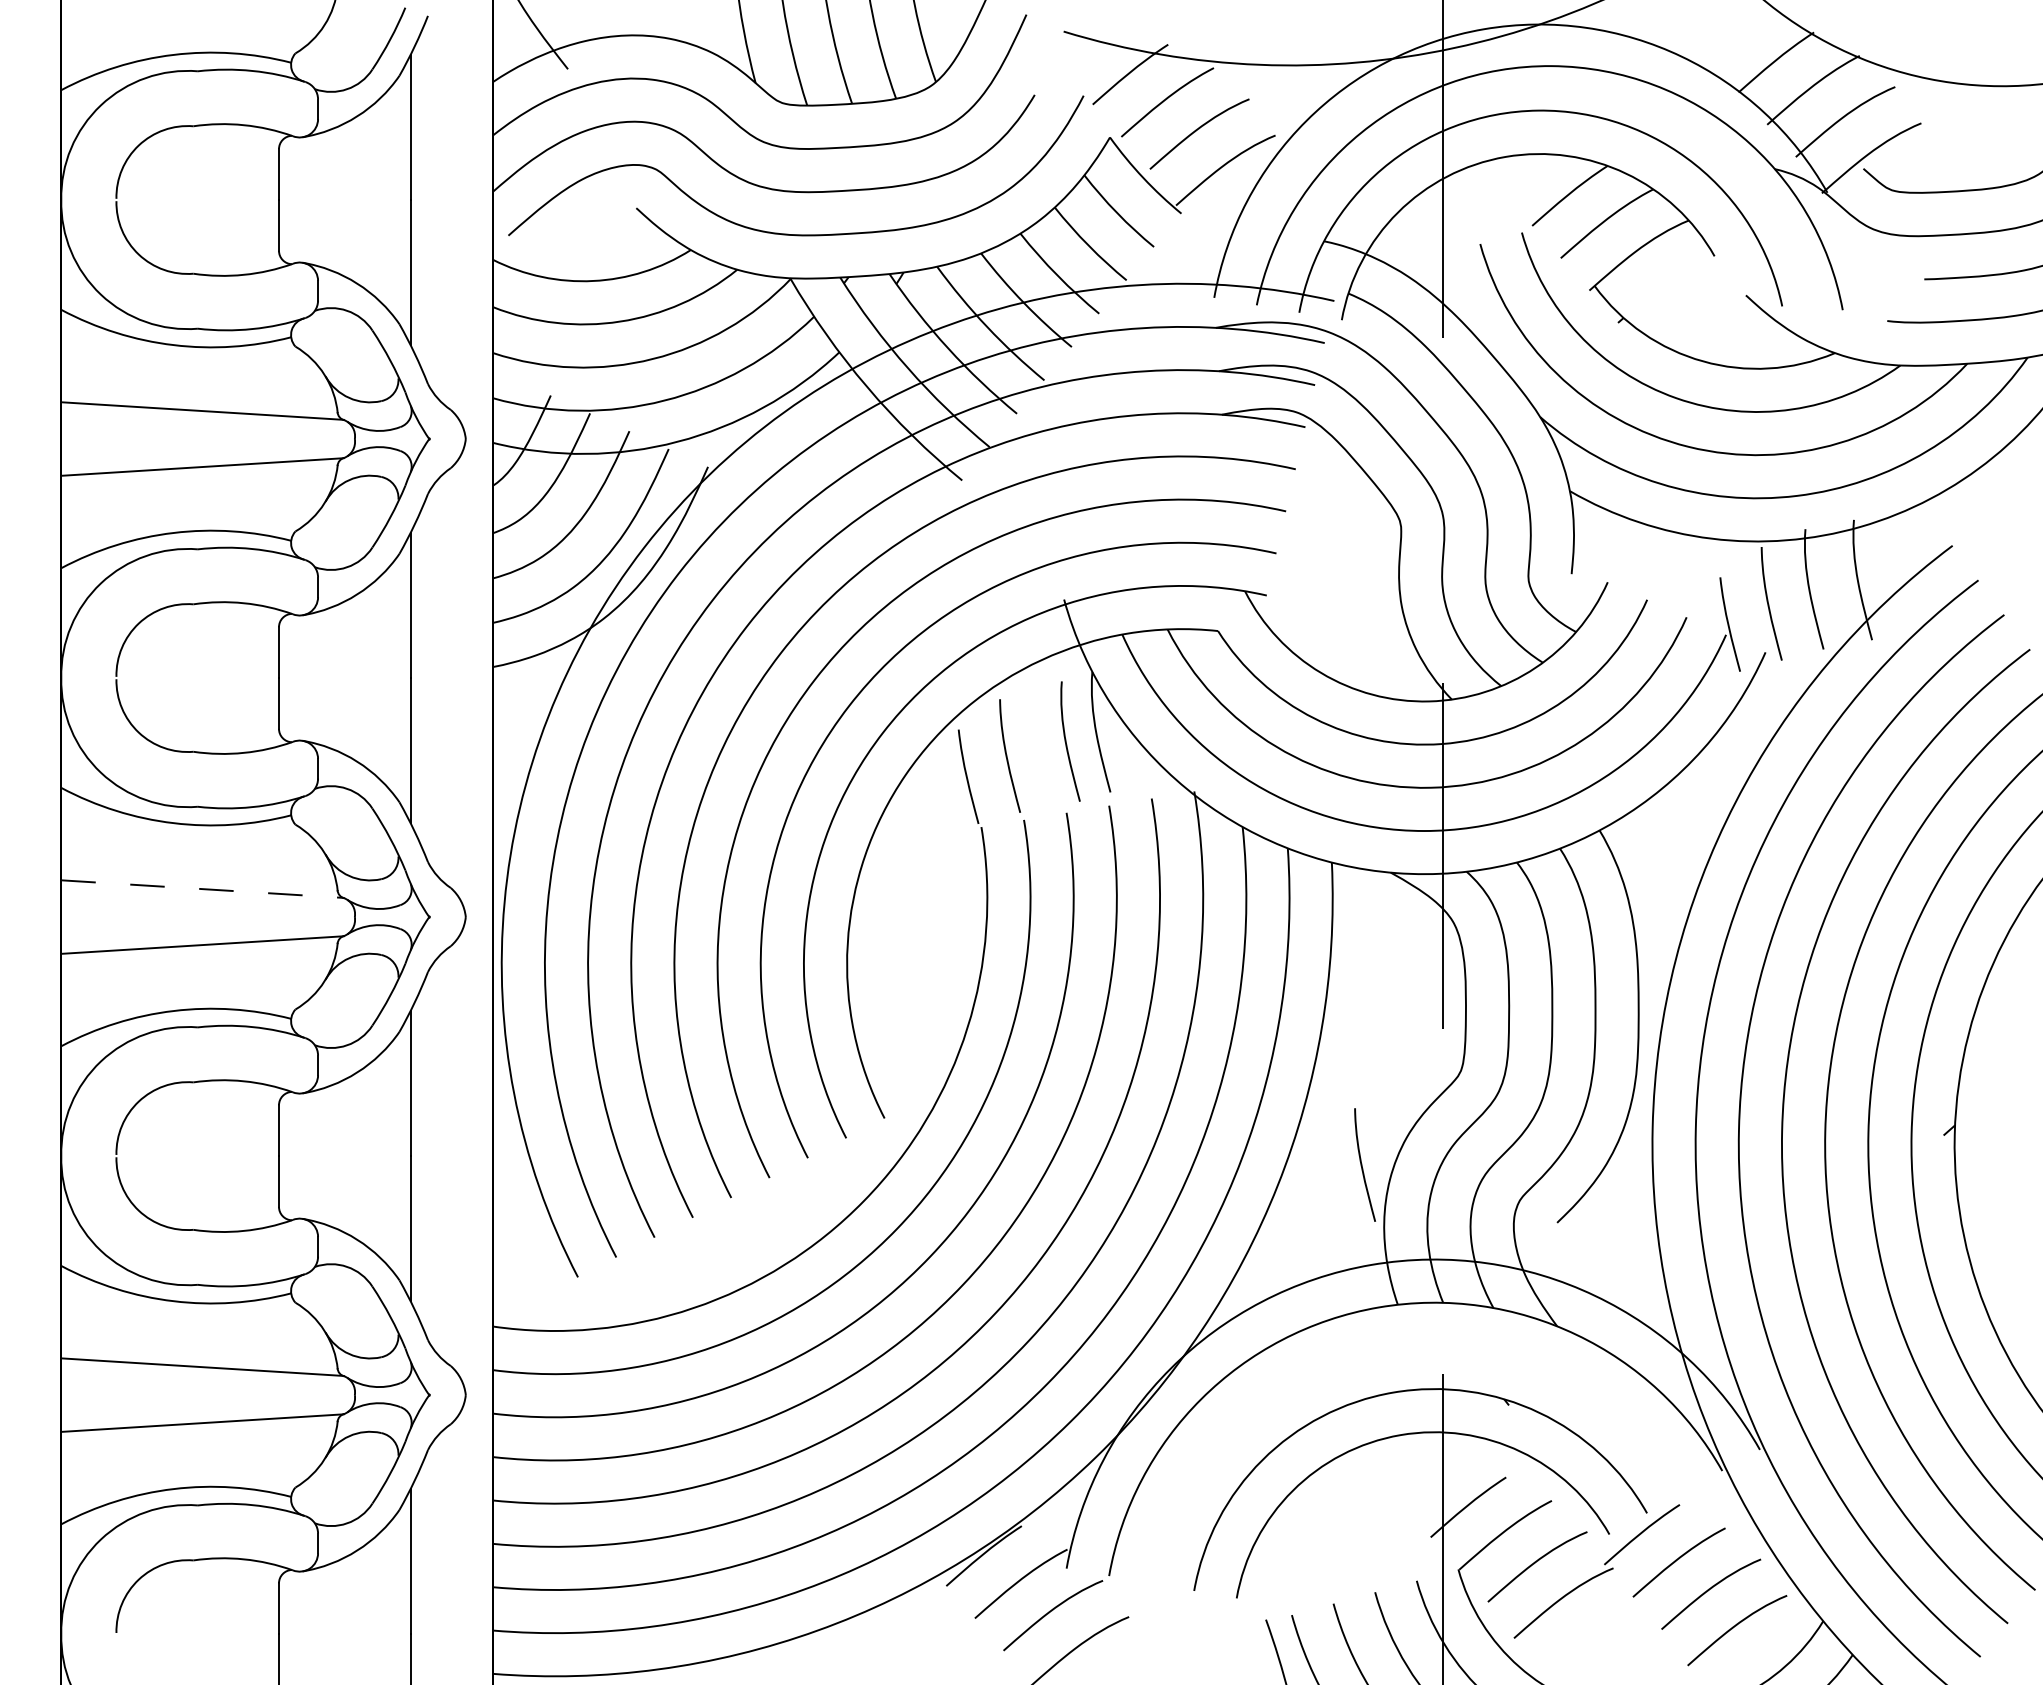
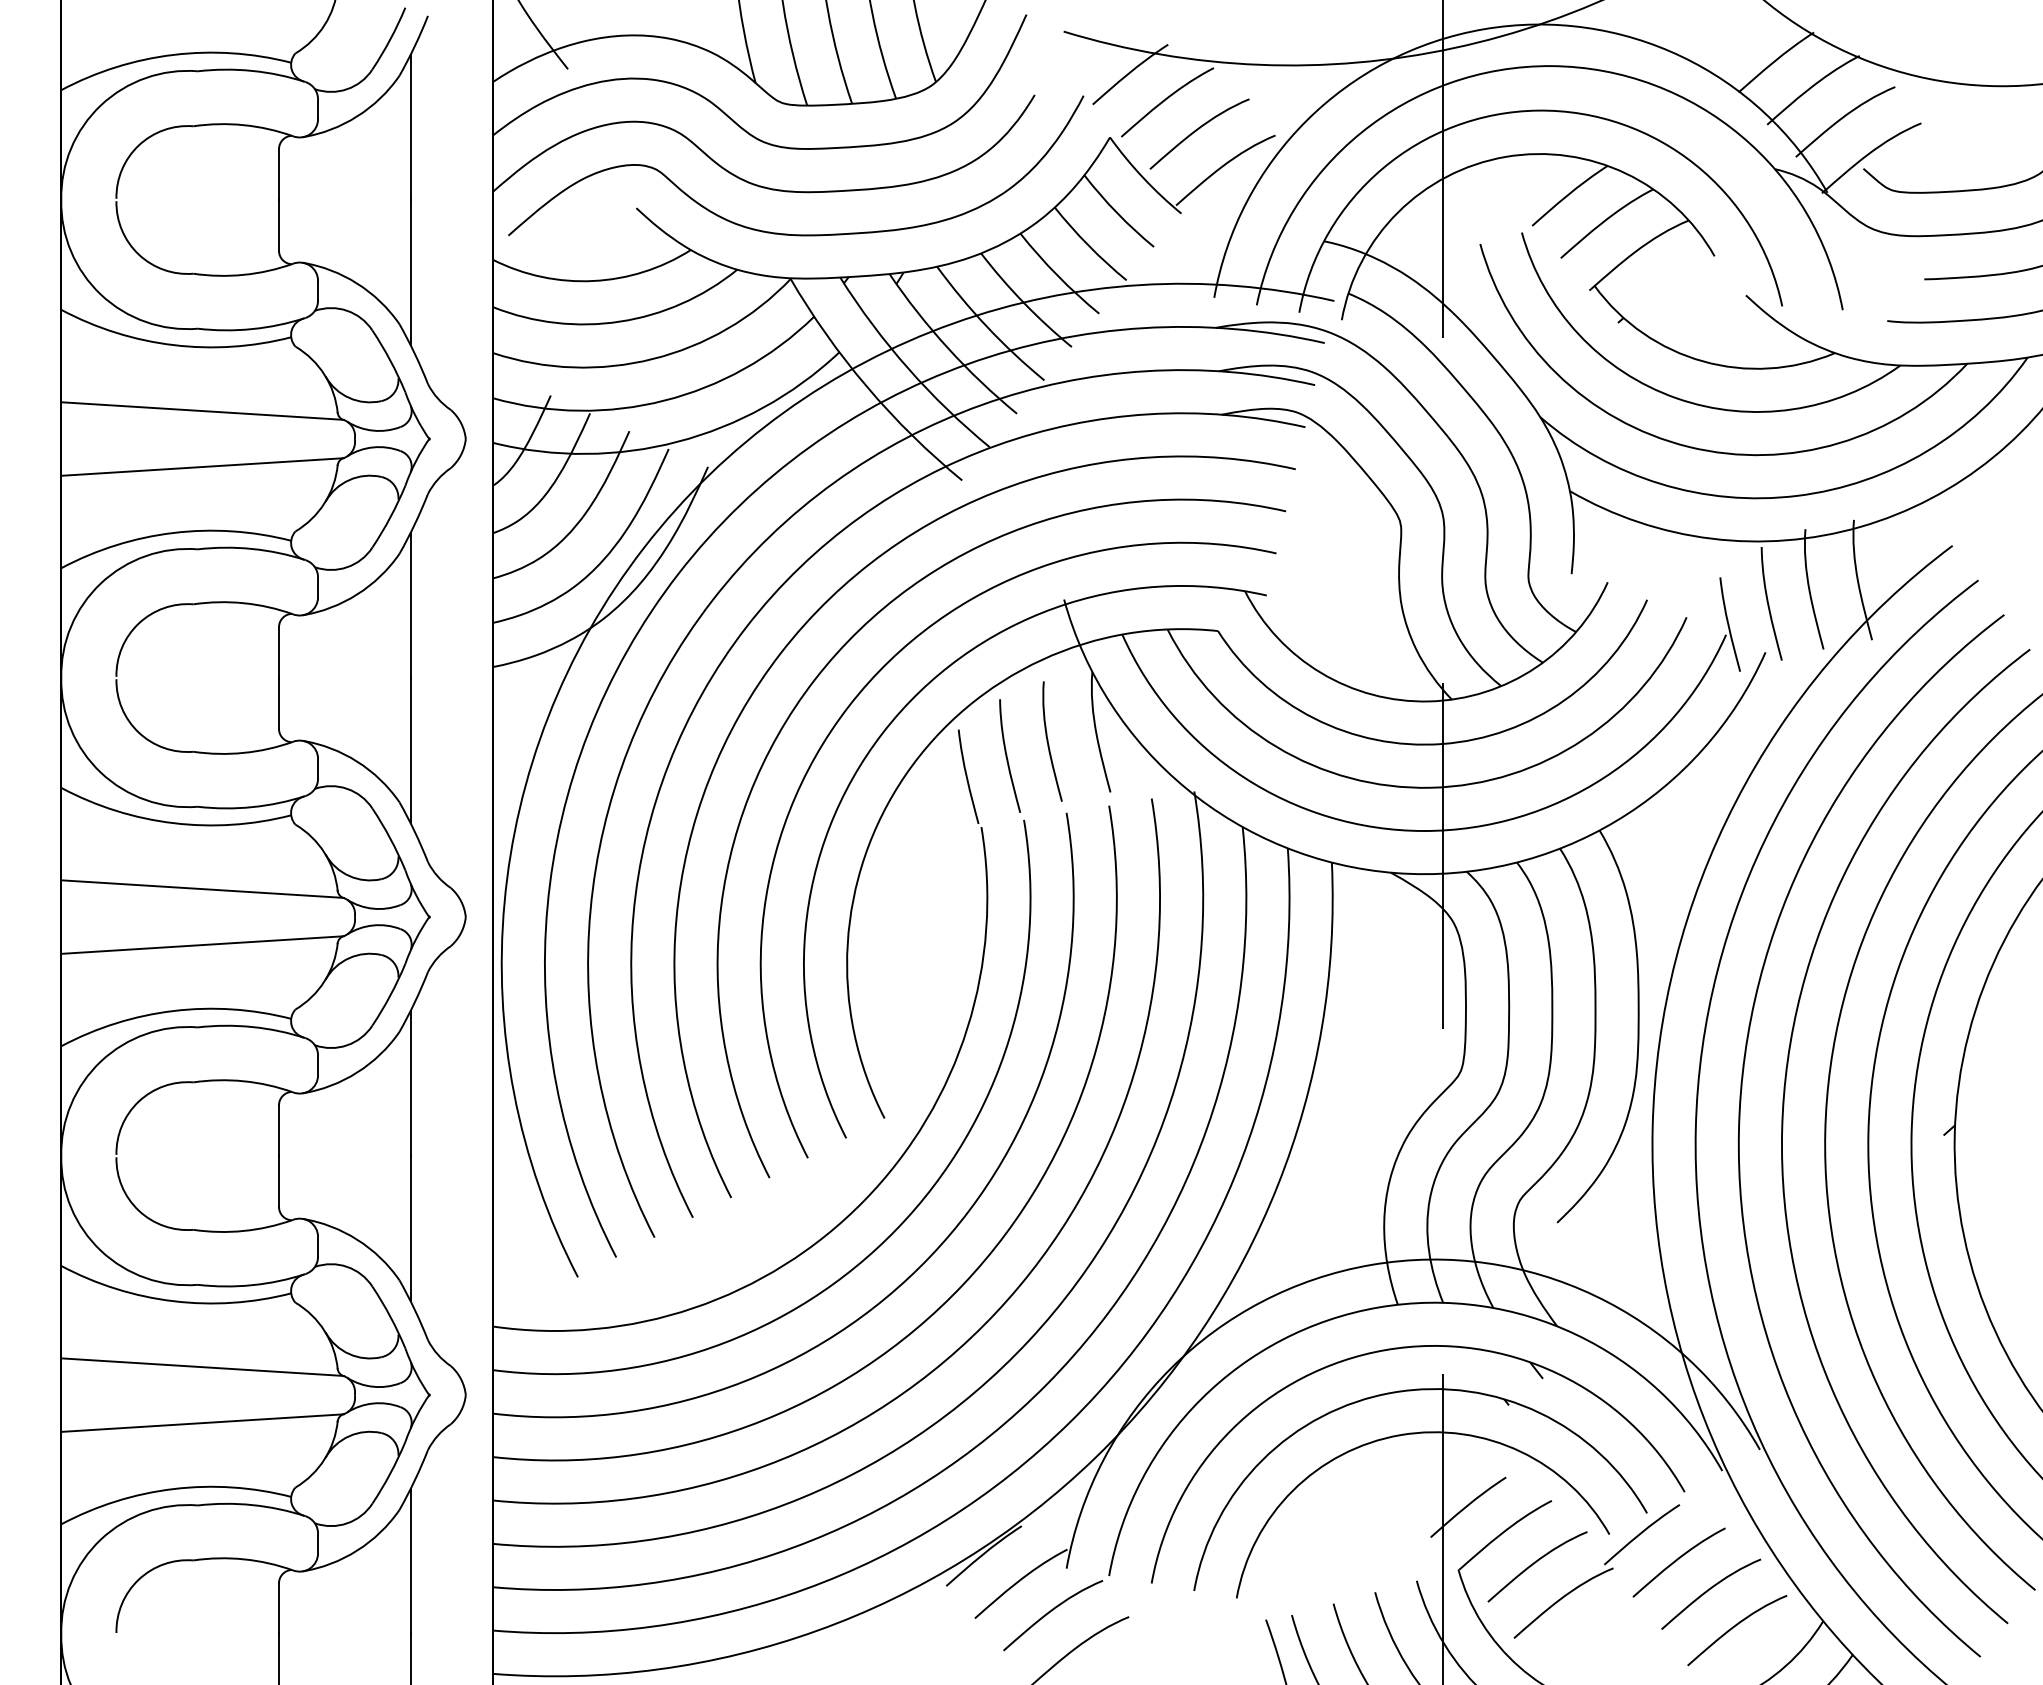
curve at (1066, 741) position: (1066, 741) -> (1048, 741)
line at (202, 889): dashed -> solid
curve at (1362, 1164): present -> none
part at (1407, 1348): none -> present
